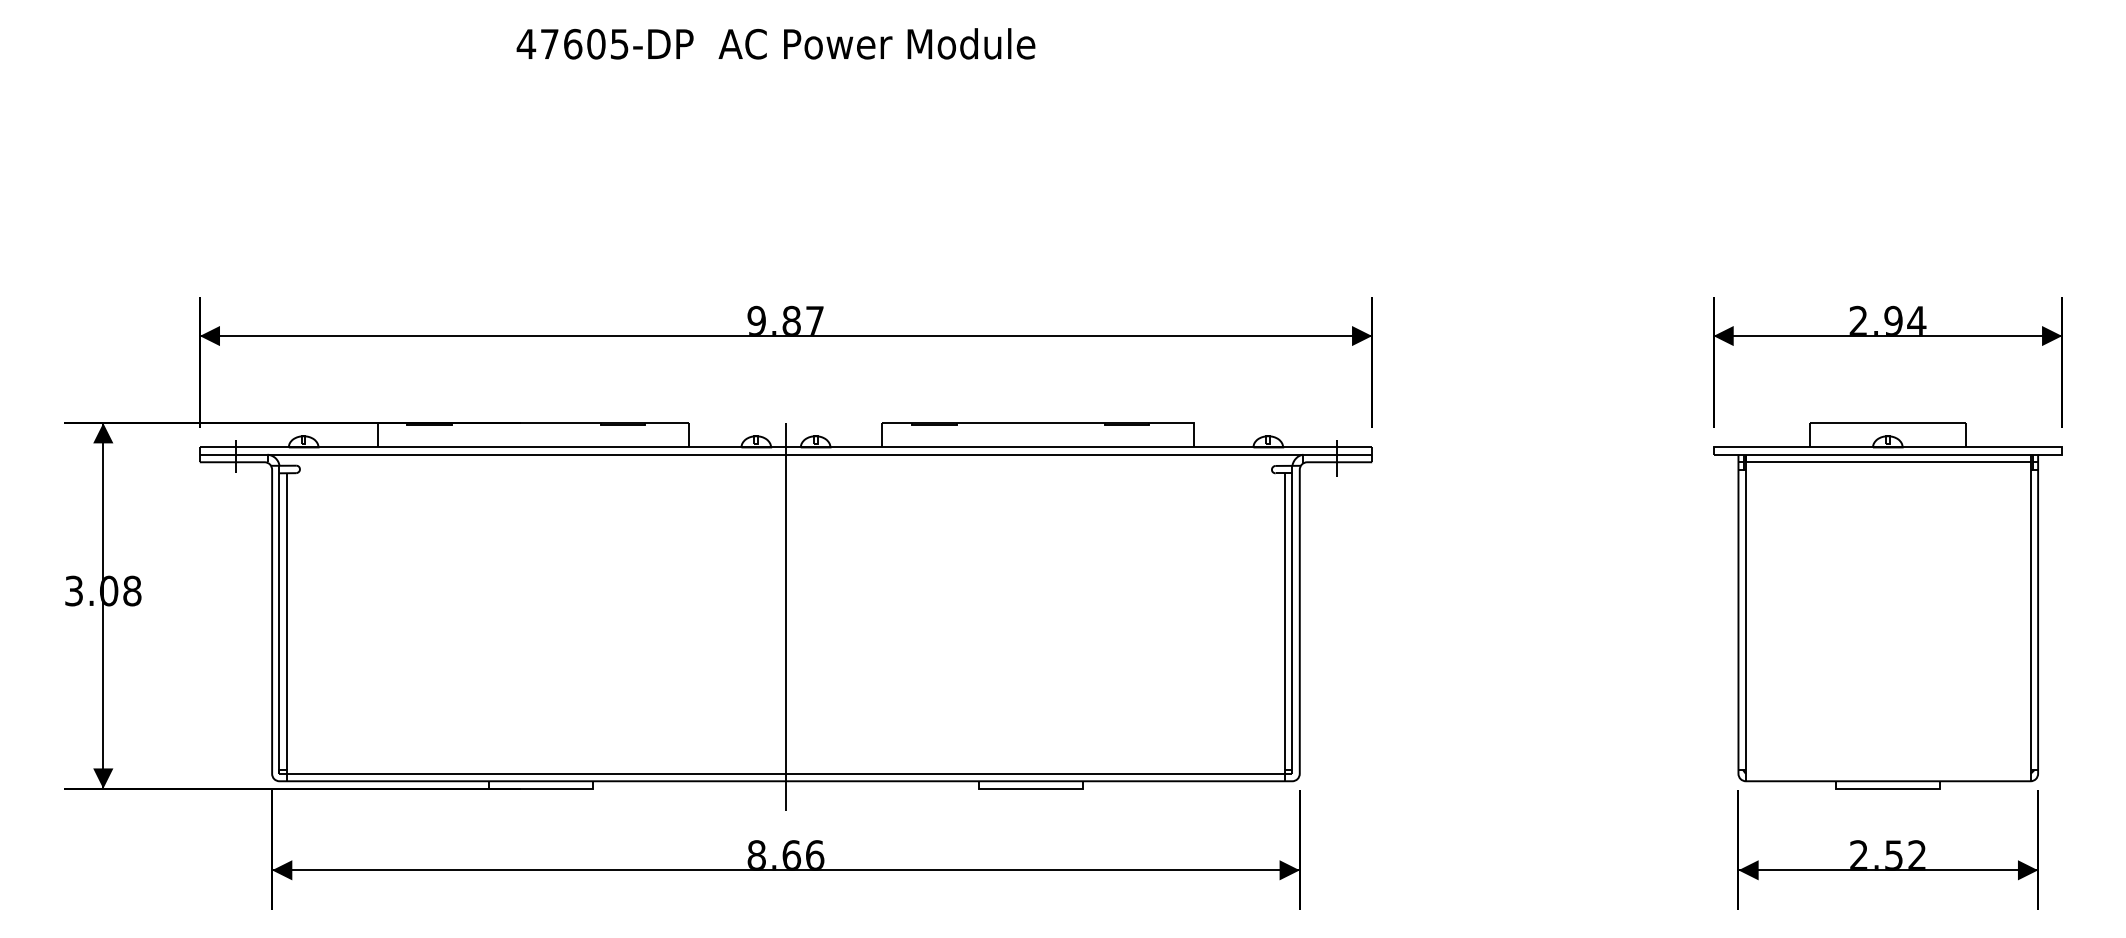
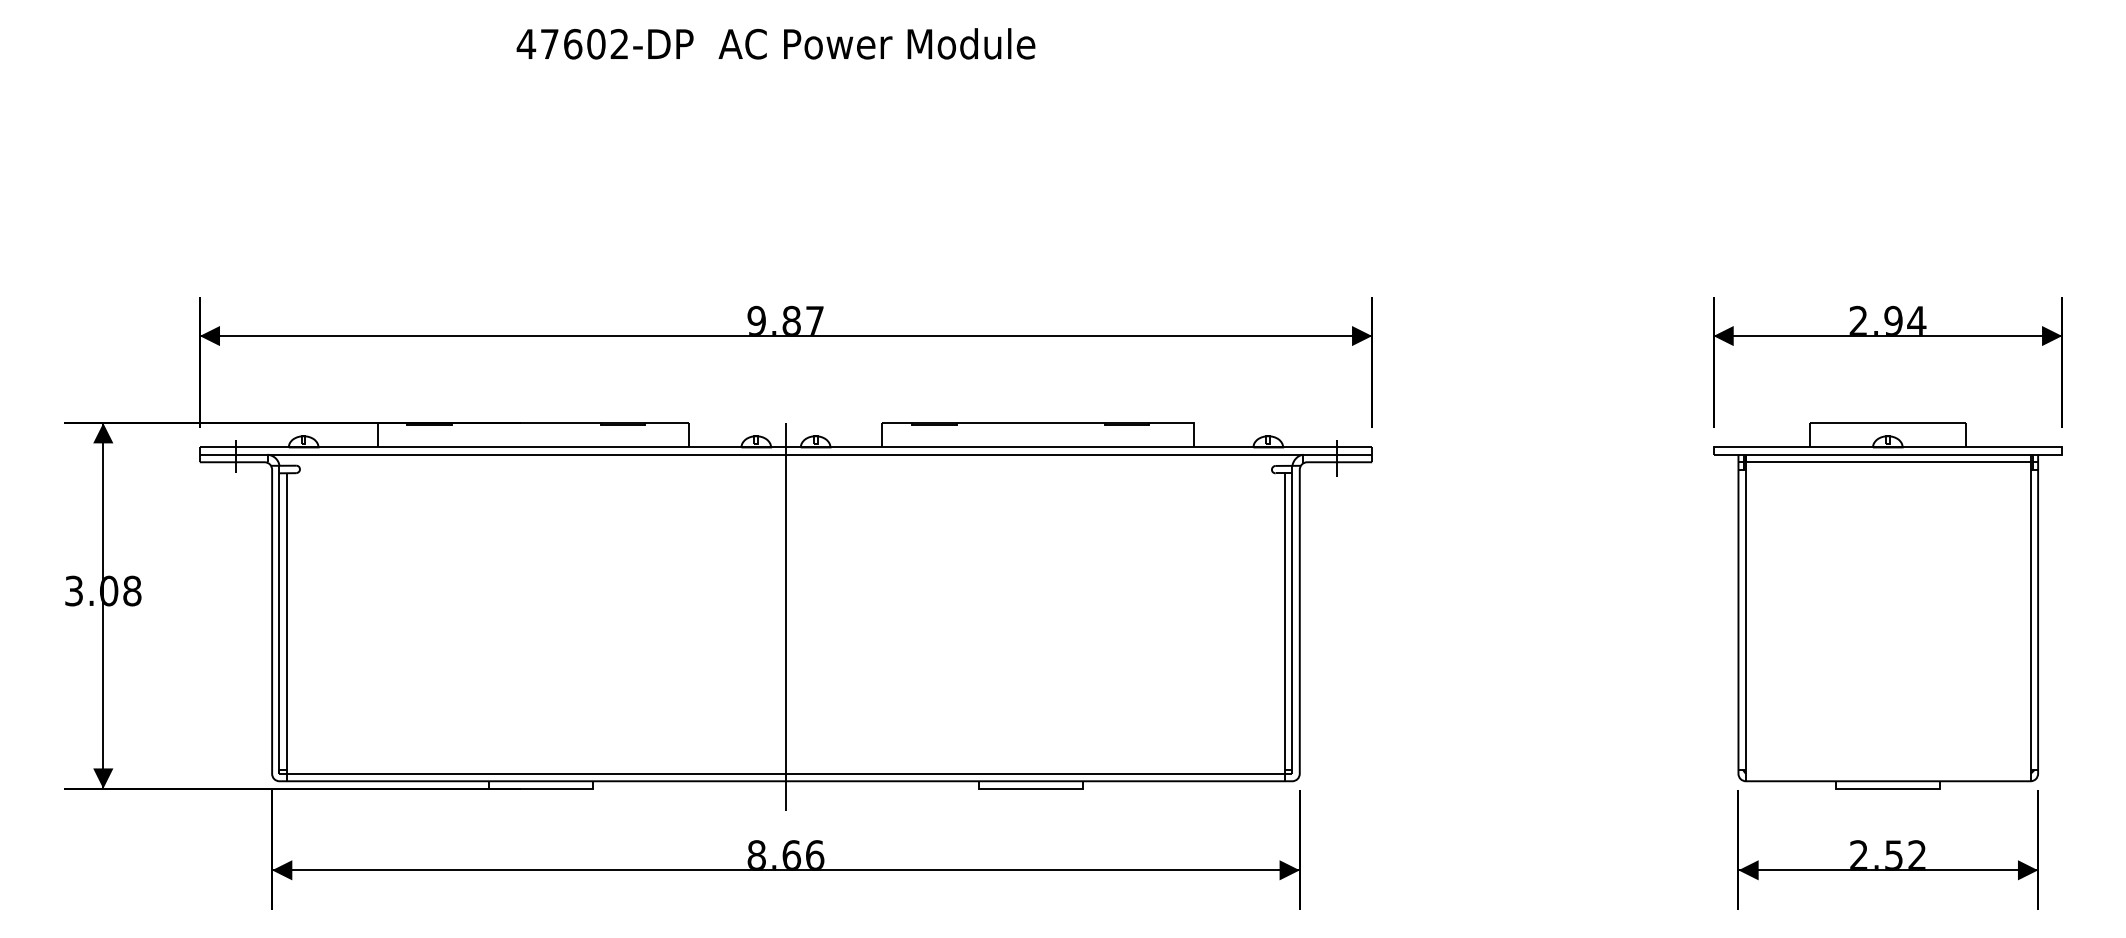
text at (619, 43): 47605-DP -> 47602-DP
